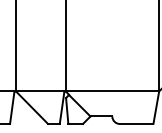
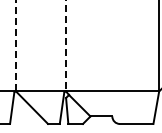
line at (15, 45): solid -> dashed
line at (65, 46): solid -> dashed
